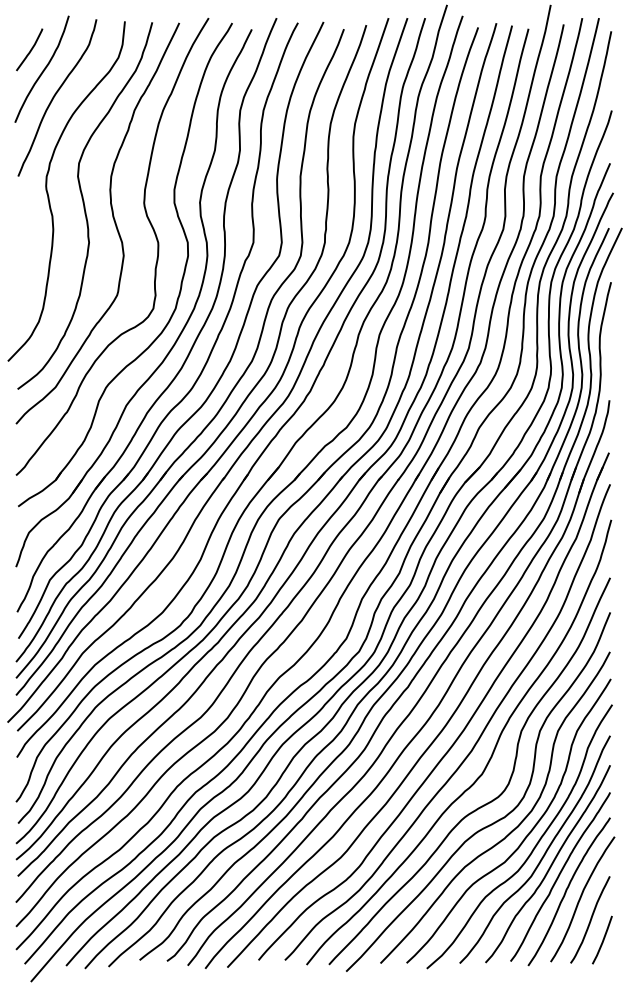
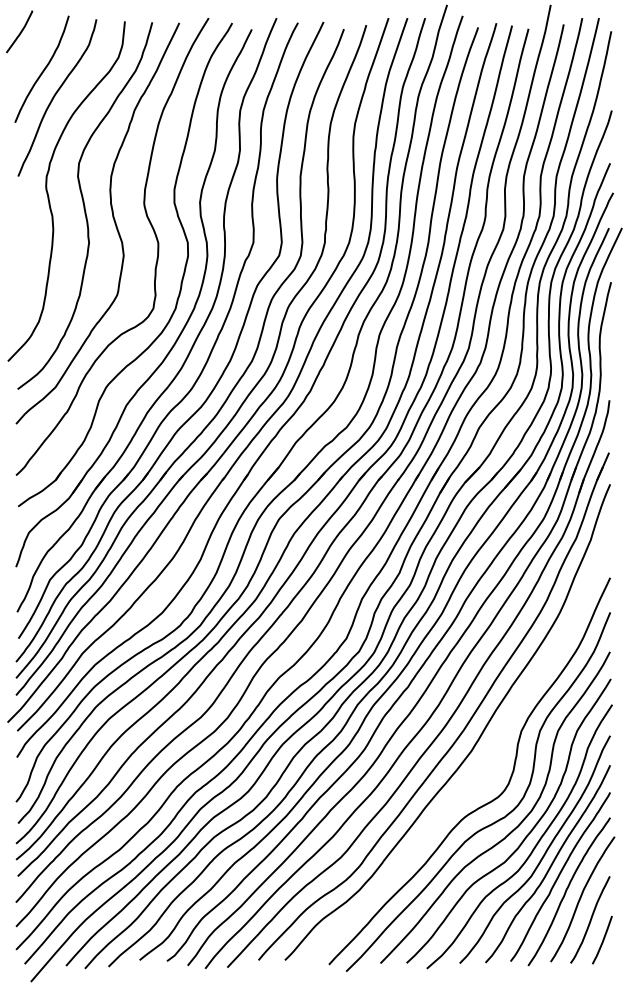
curve at (30, 49) position: (30, 49) -> (20, 31)
curve at (491, 753): present -> none
